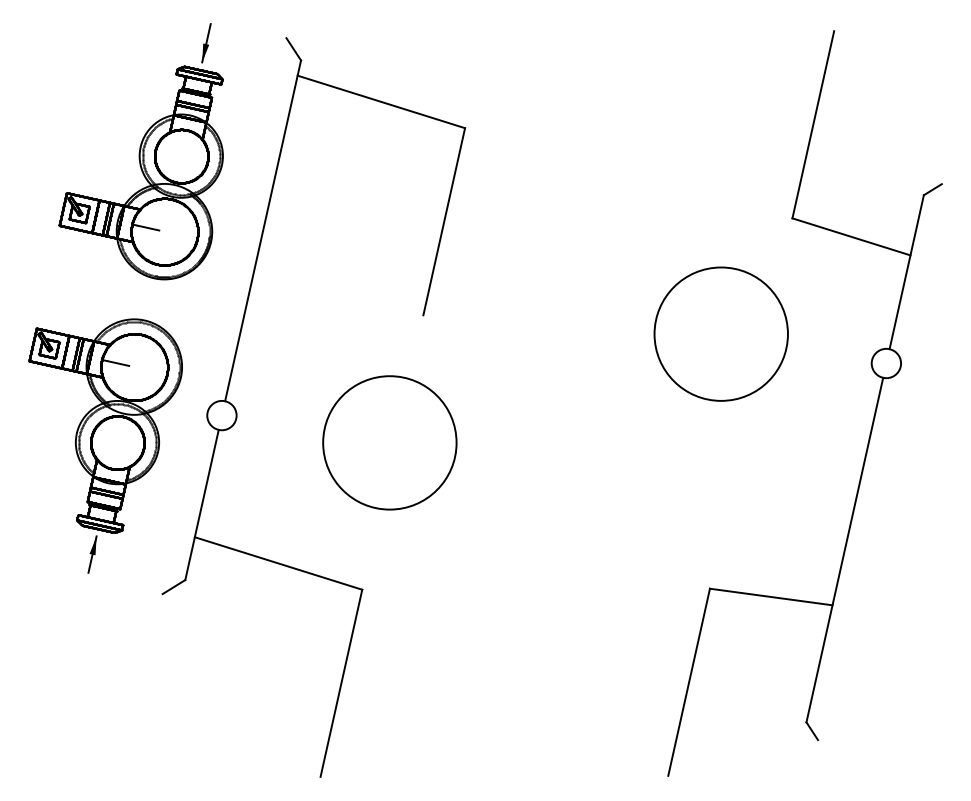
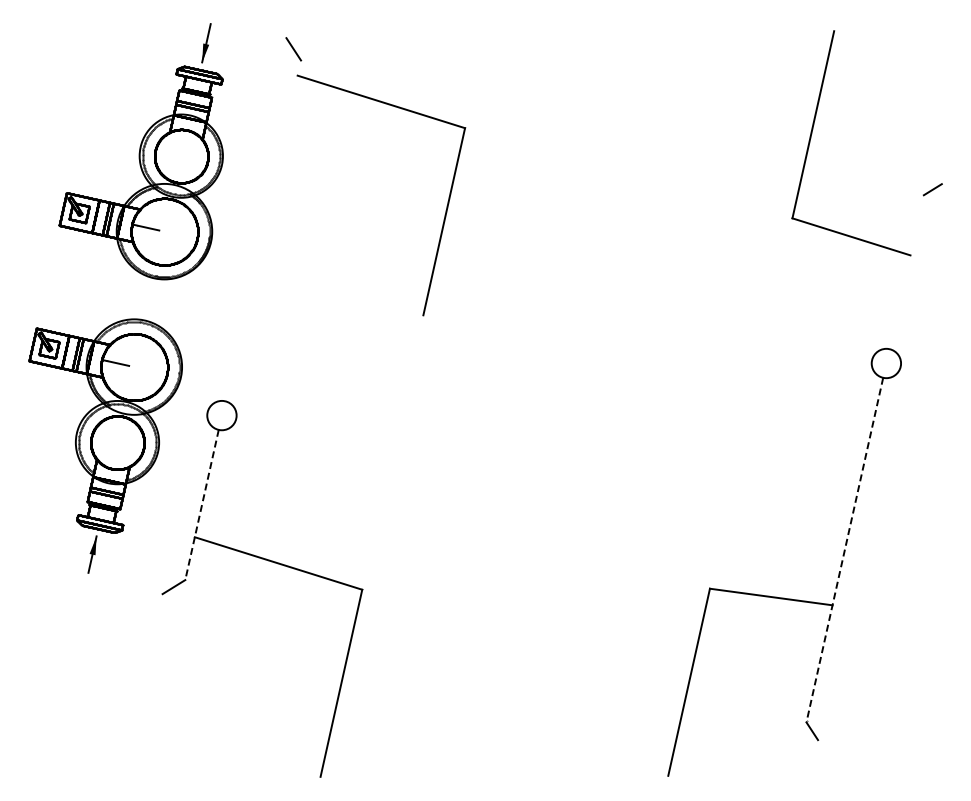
line at (263, 230): present -> none
line at (906, 272): present -> none
circle at (720, 333): present -> none
circle at (389, 442): present -> none
line at (202, 504): solid -> dashed
line at (844, 550): solid -> dashed
